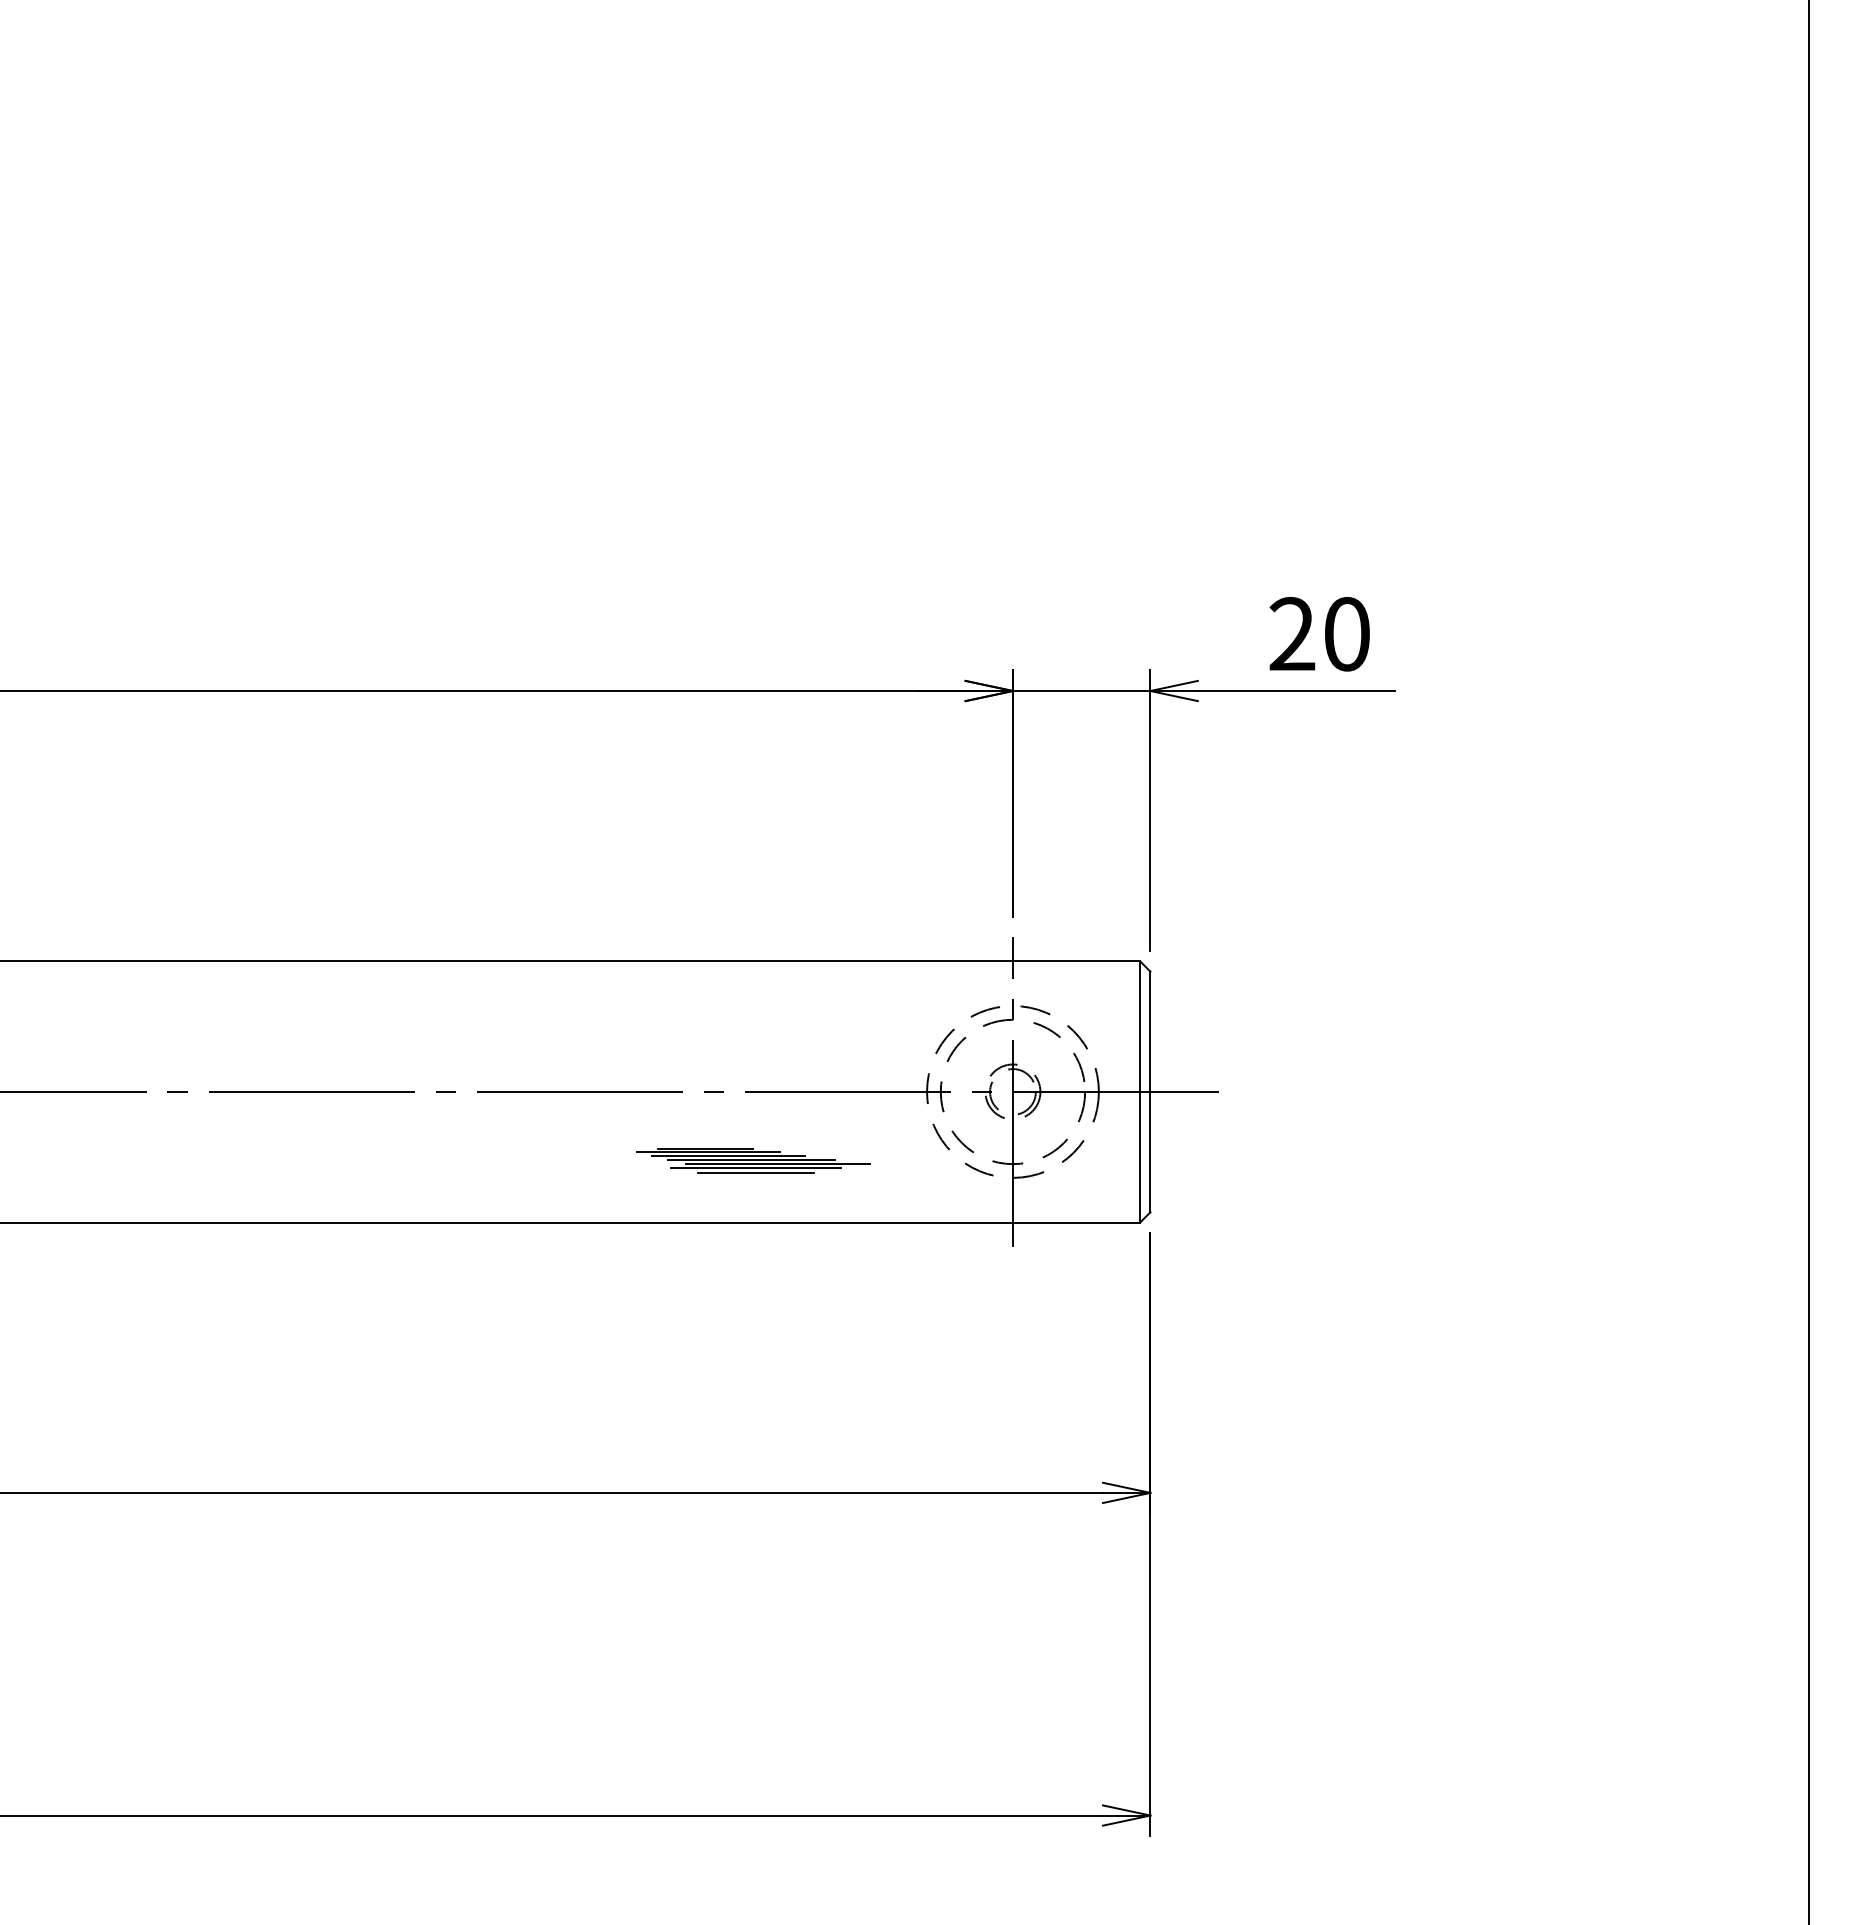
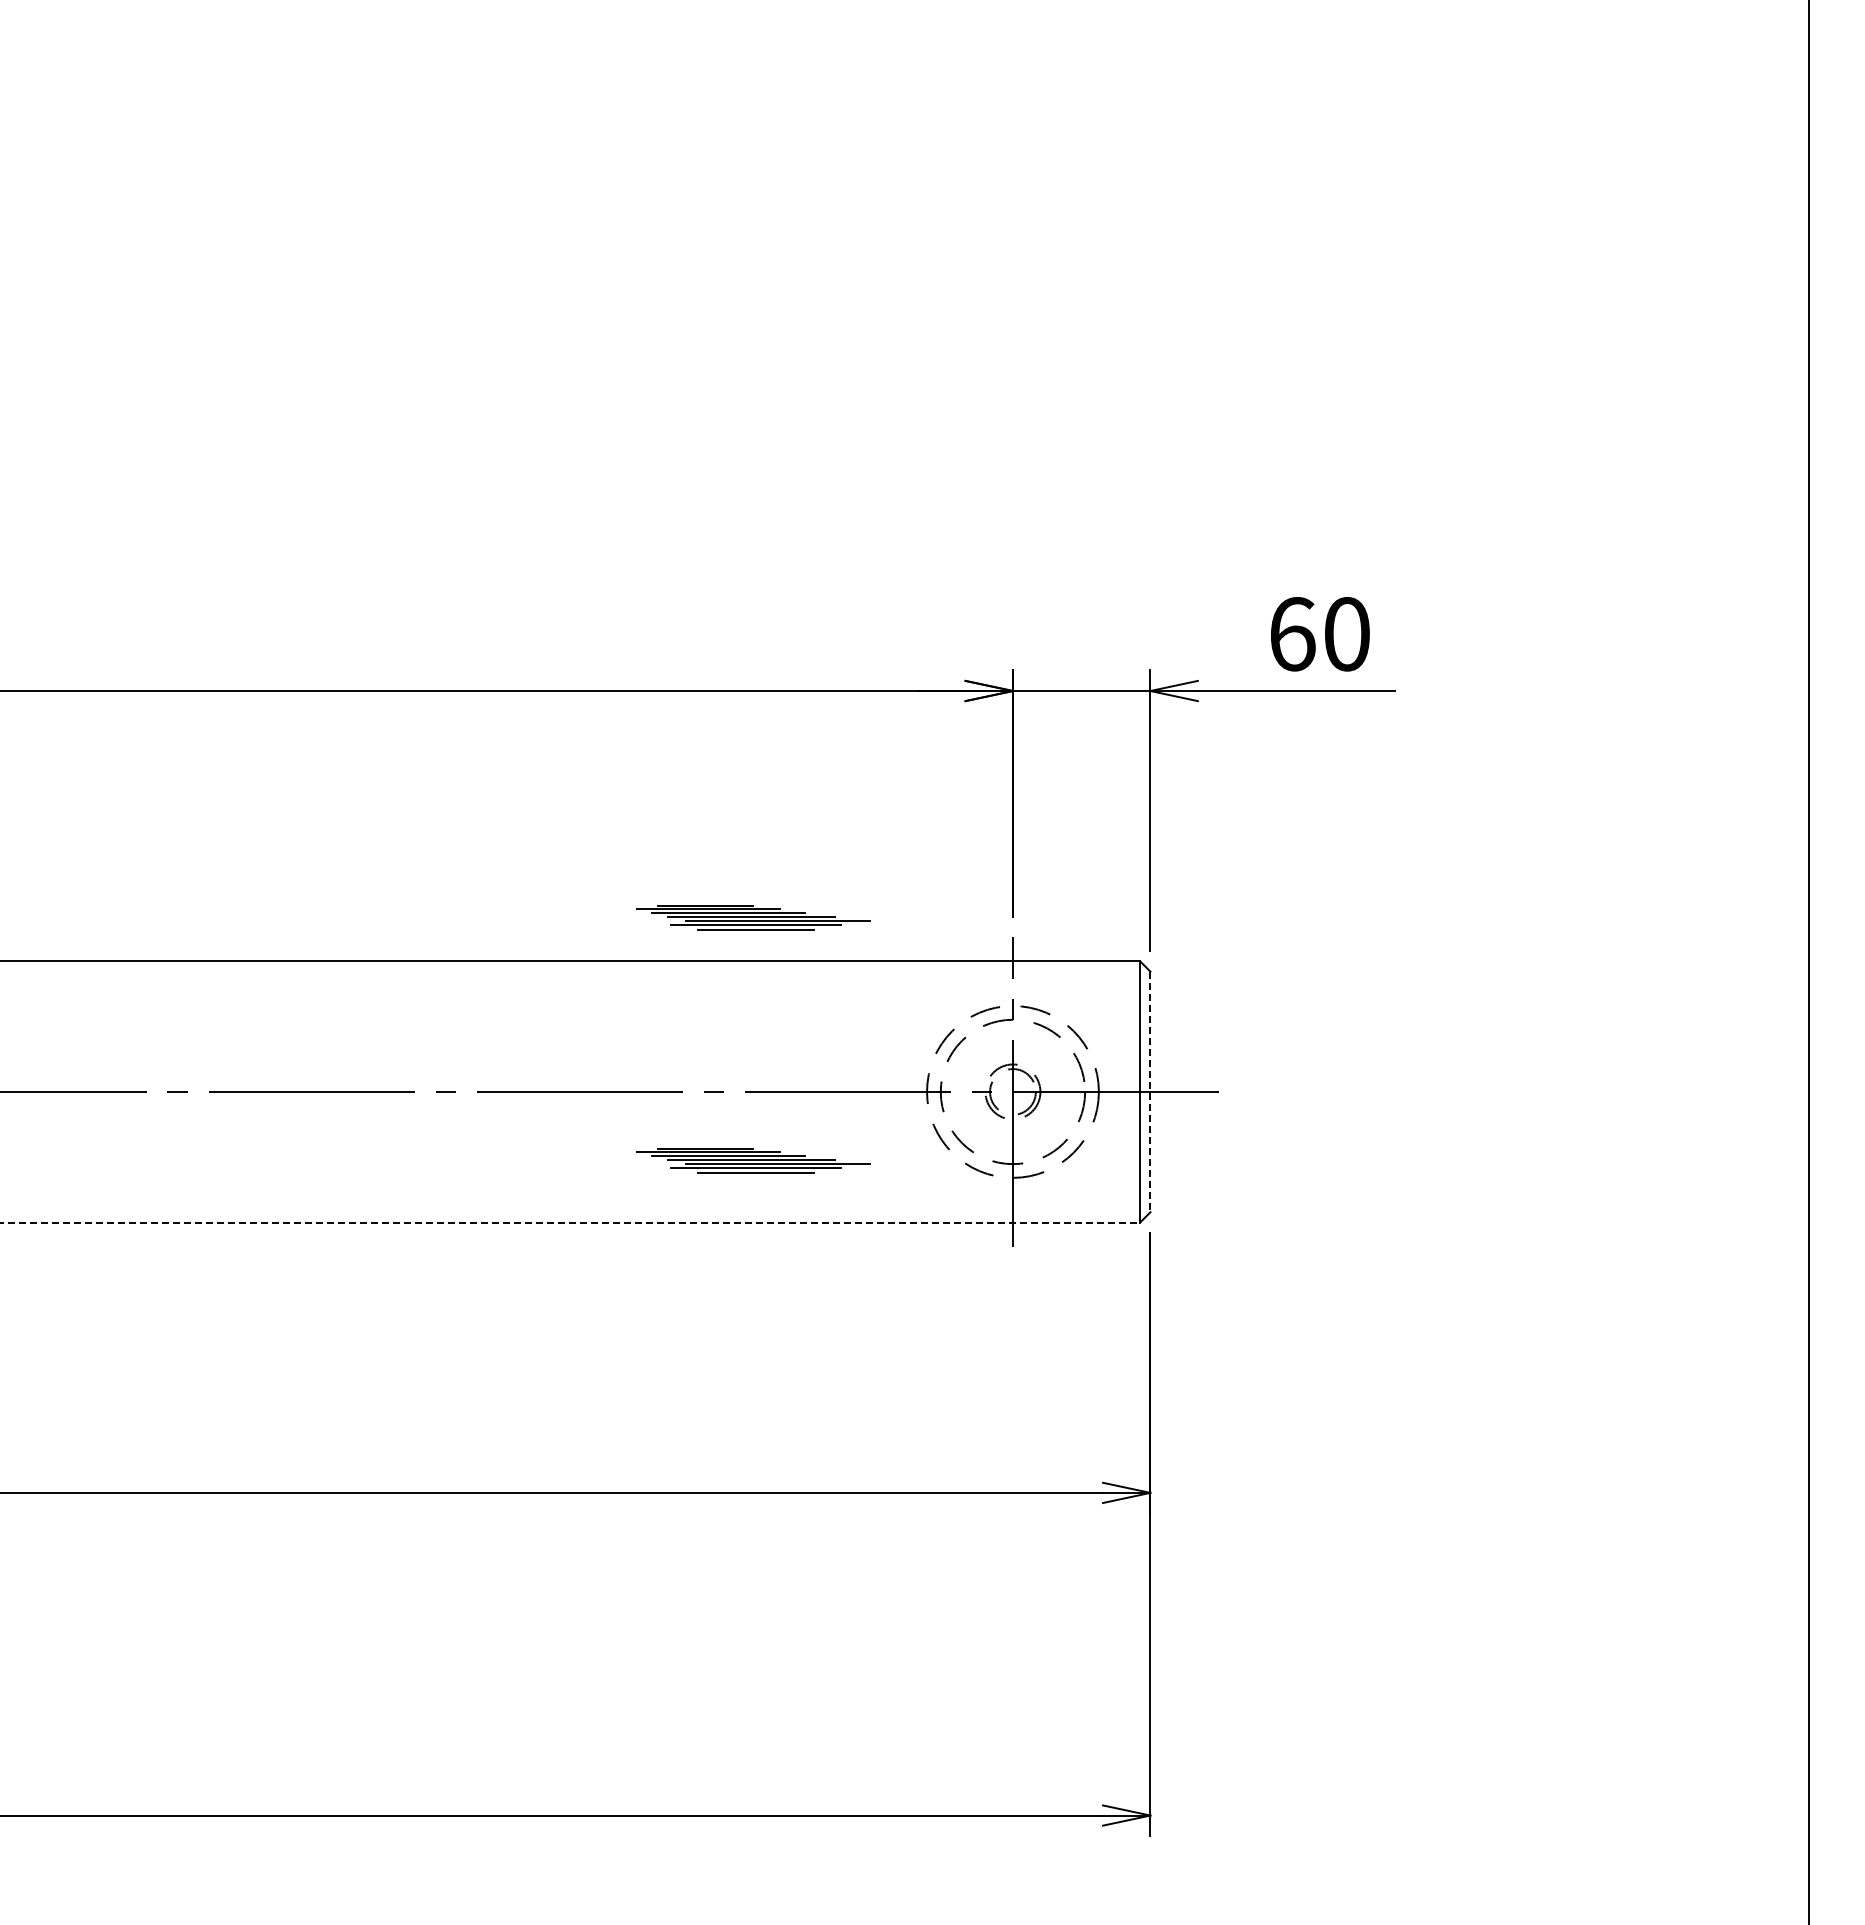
text at (1292, 634): 20 -> 60
part at (753, 917): none -> present
line at (1150, 1092): solid -> dashed
line at (570, 1222): solid -> dashed
